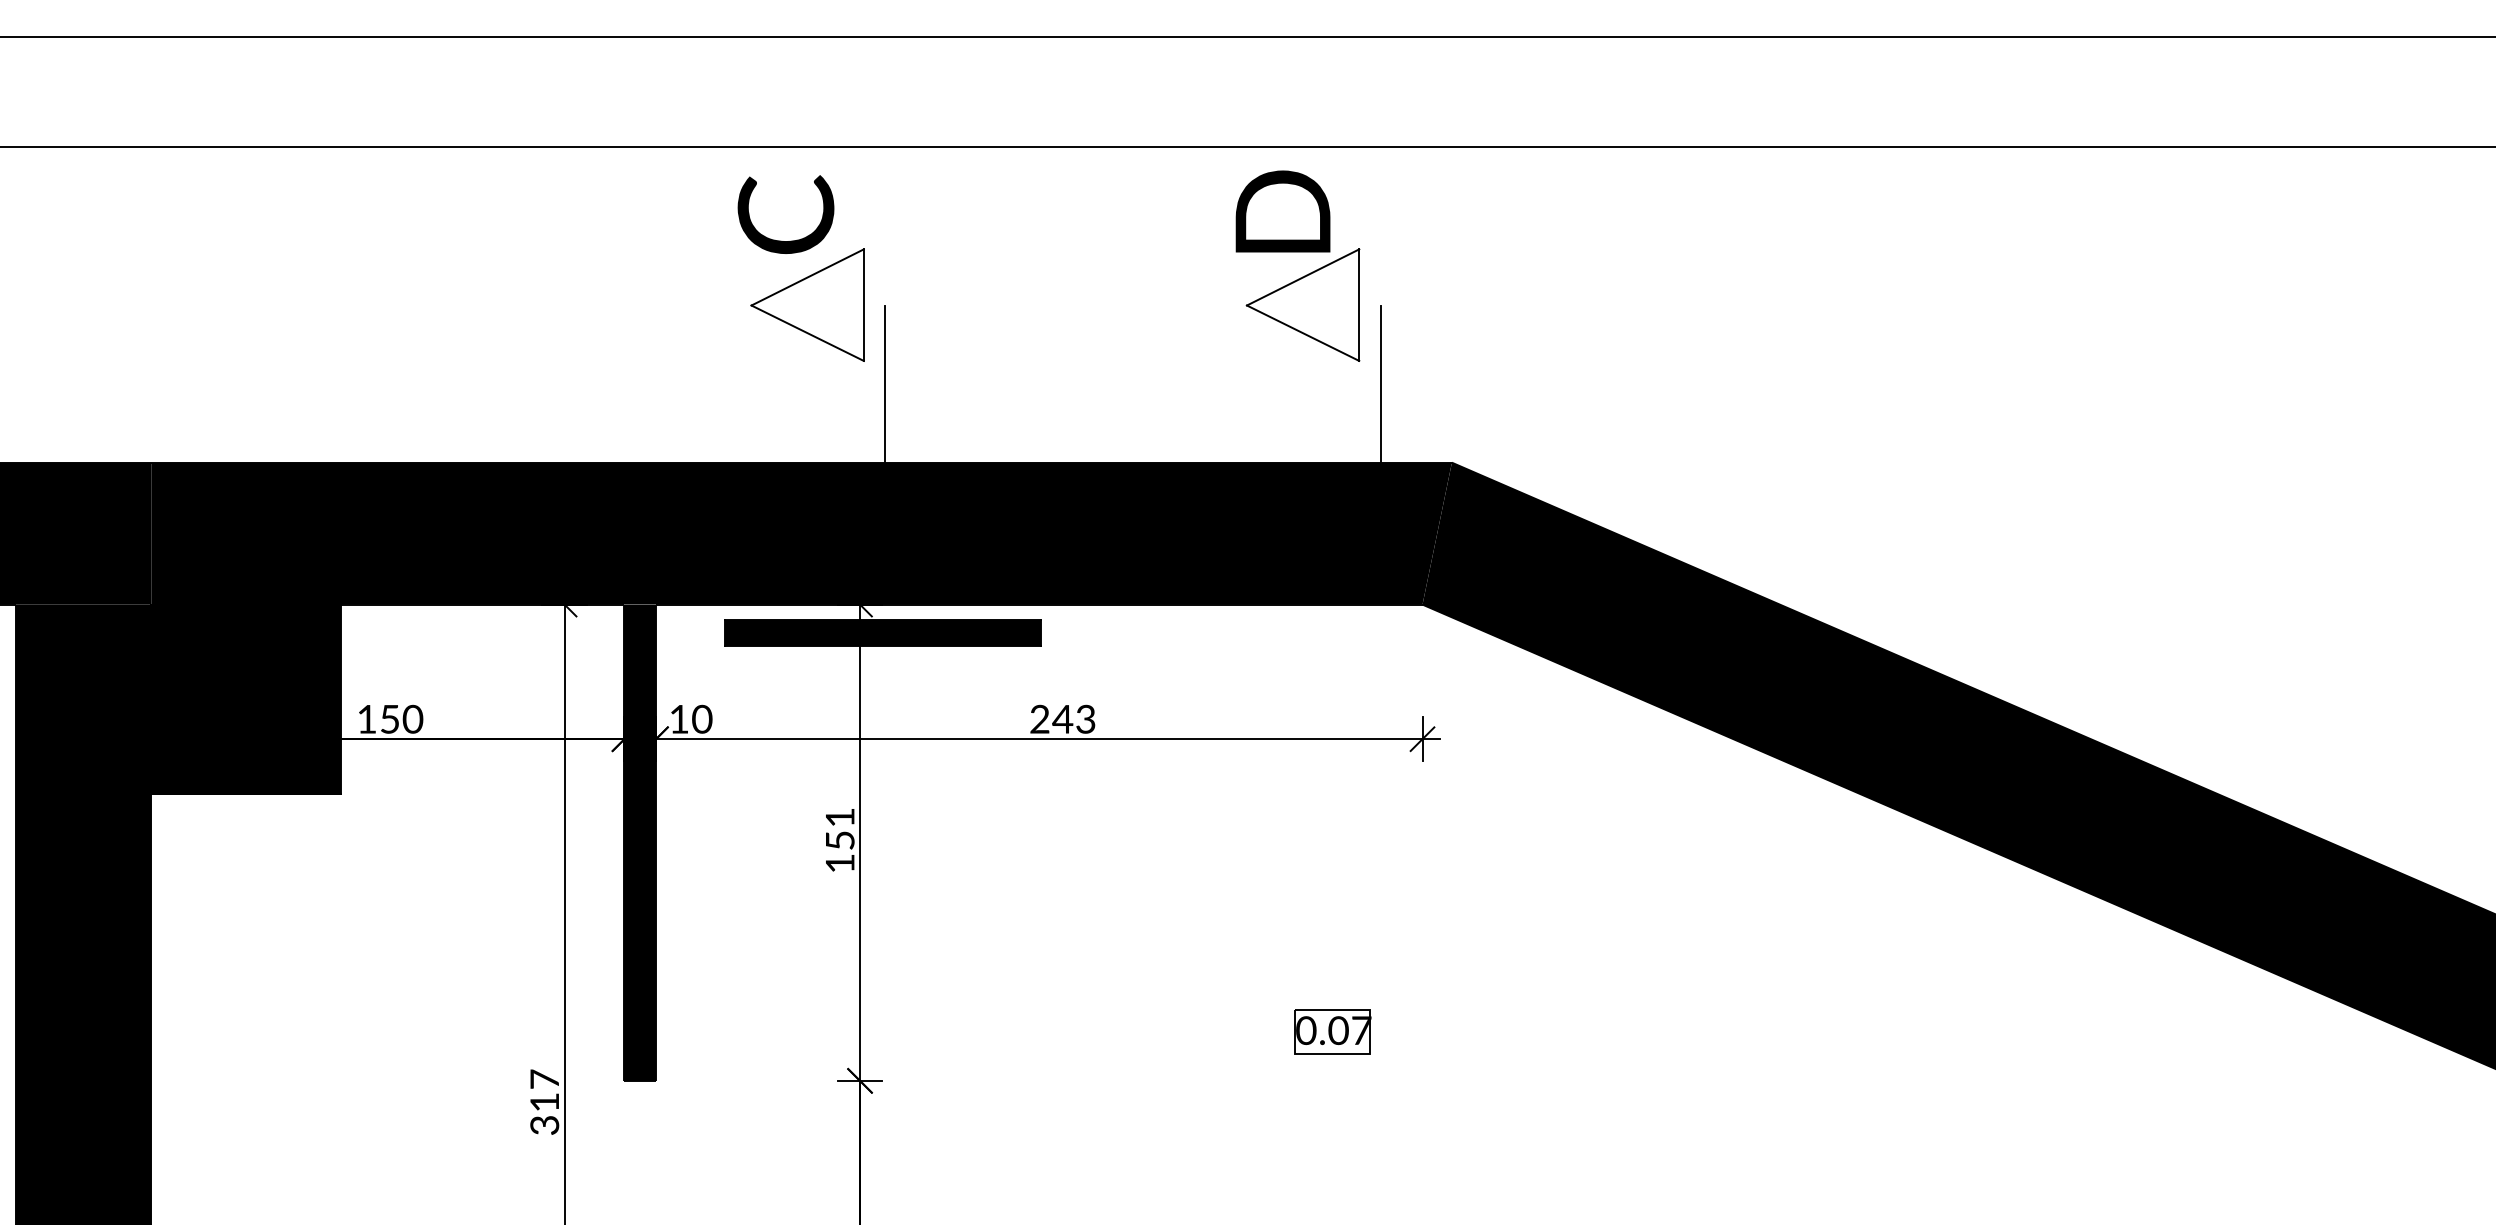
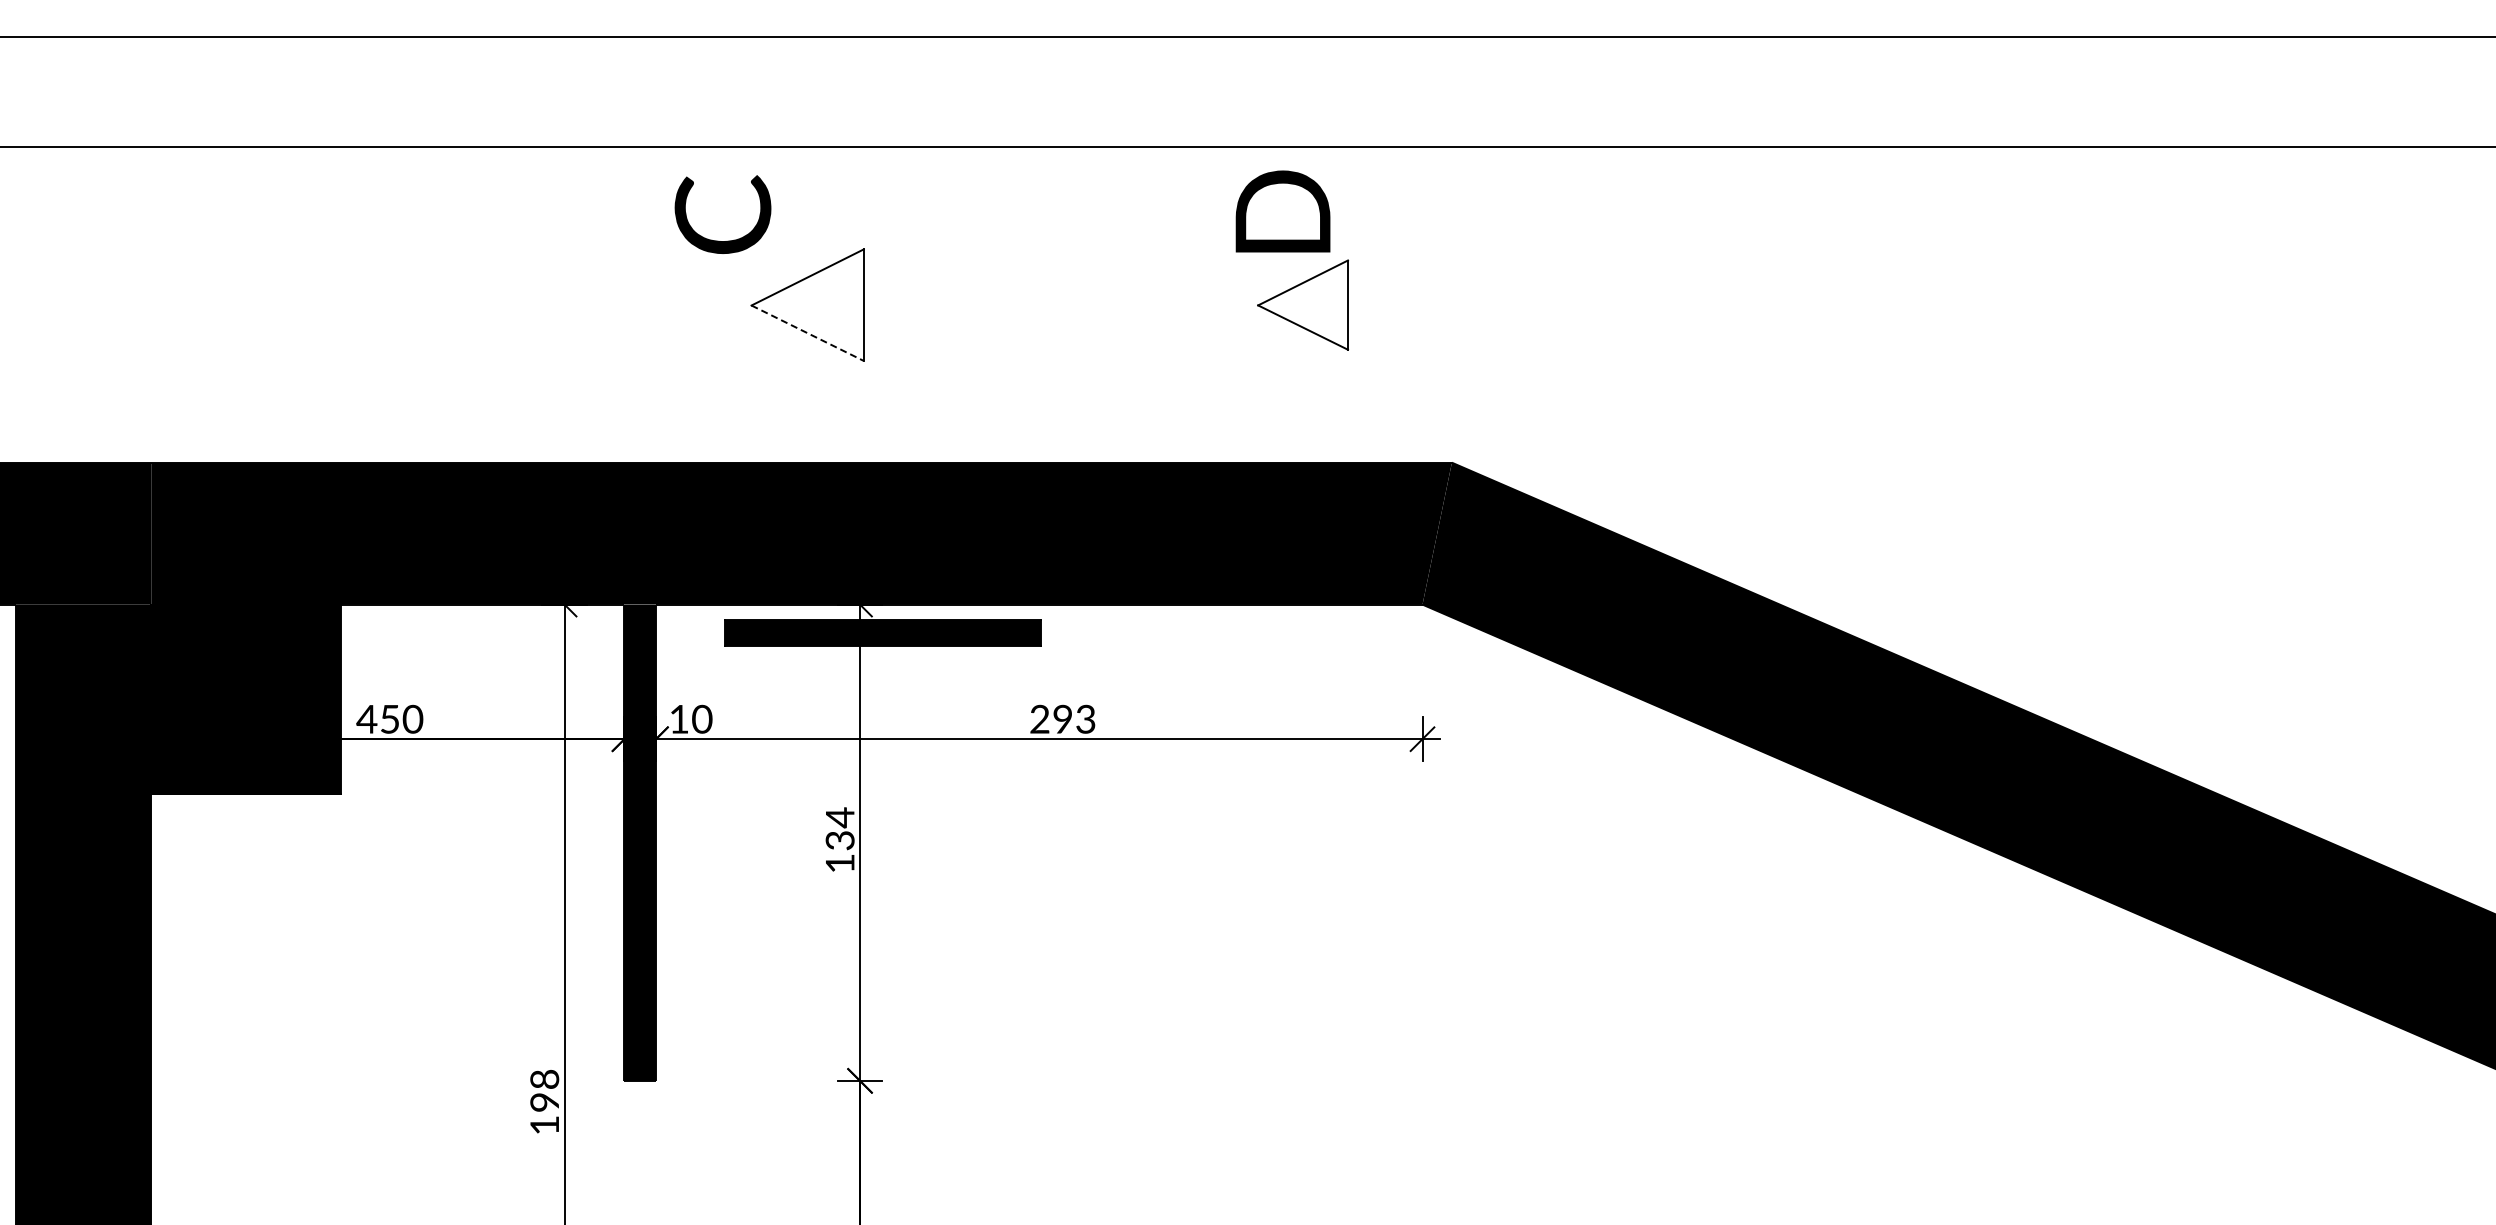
text at (785, 214) position: (785, 214) -> (722, 214)
part at (1302, 304) size: 116x114 px -> 92x92 px
line at (807, 333): solid -> dashed
line at (885, 383): present -> none
line at (1380, 383): present -> none
text at (1062, 718): 243 -> 293
text at (366, 719): 150 -> 450
text at (839, 828): 151 -> 134
part at (1332, 1031): present -> none
text at (544, 1101): 317 -> 198
